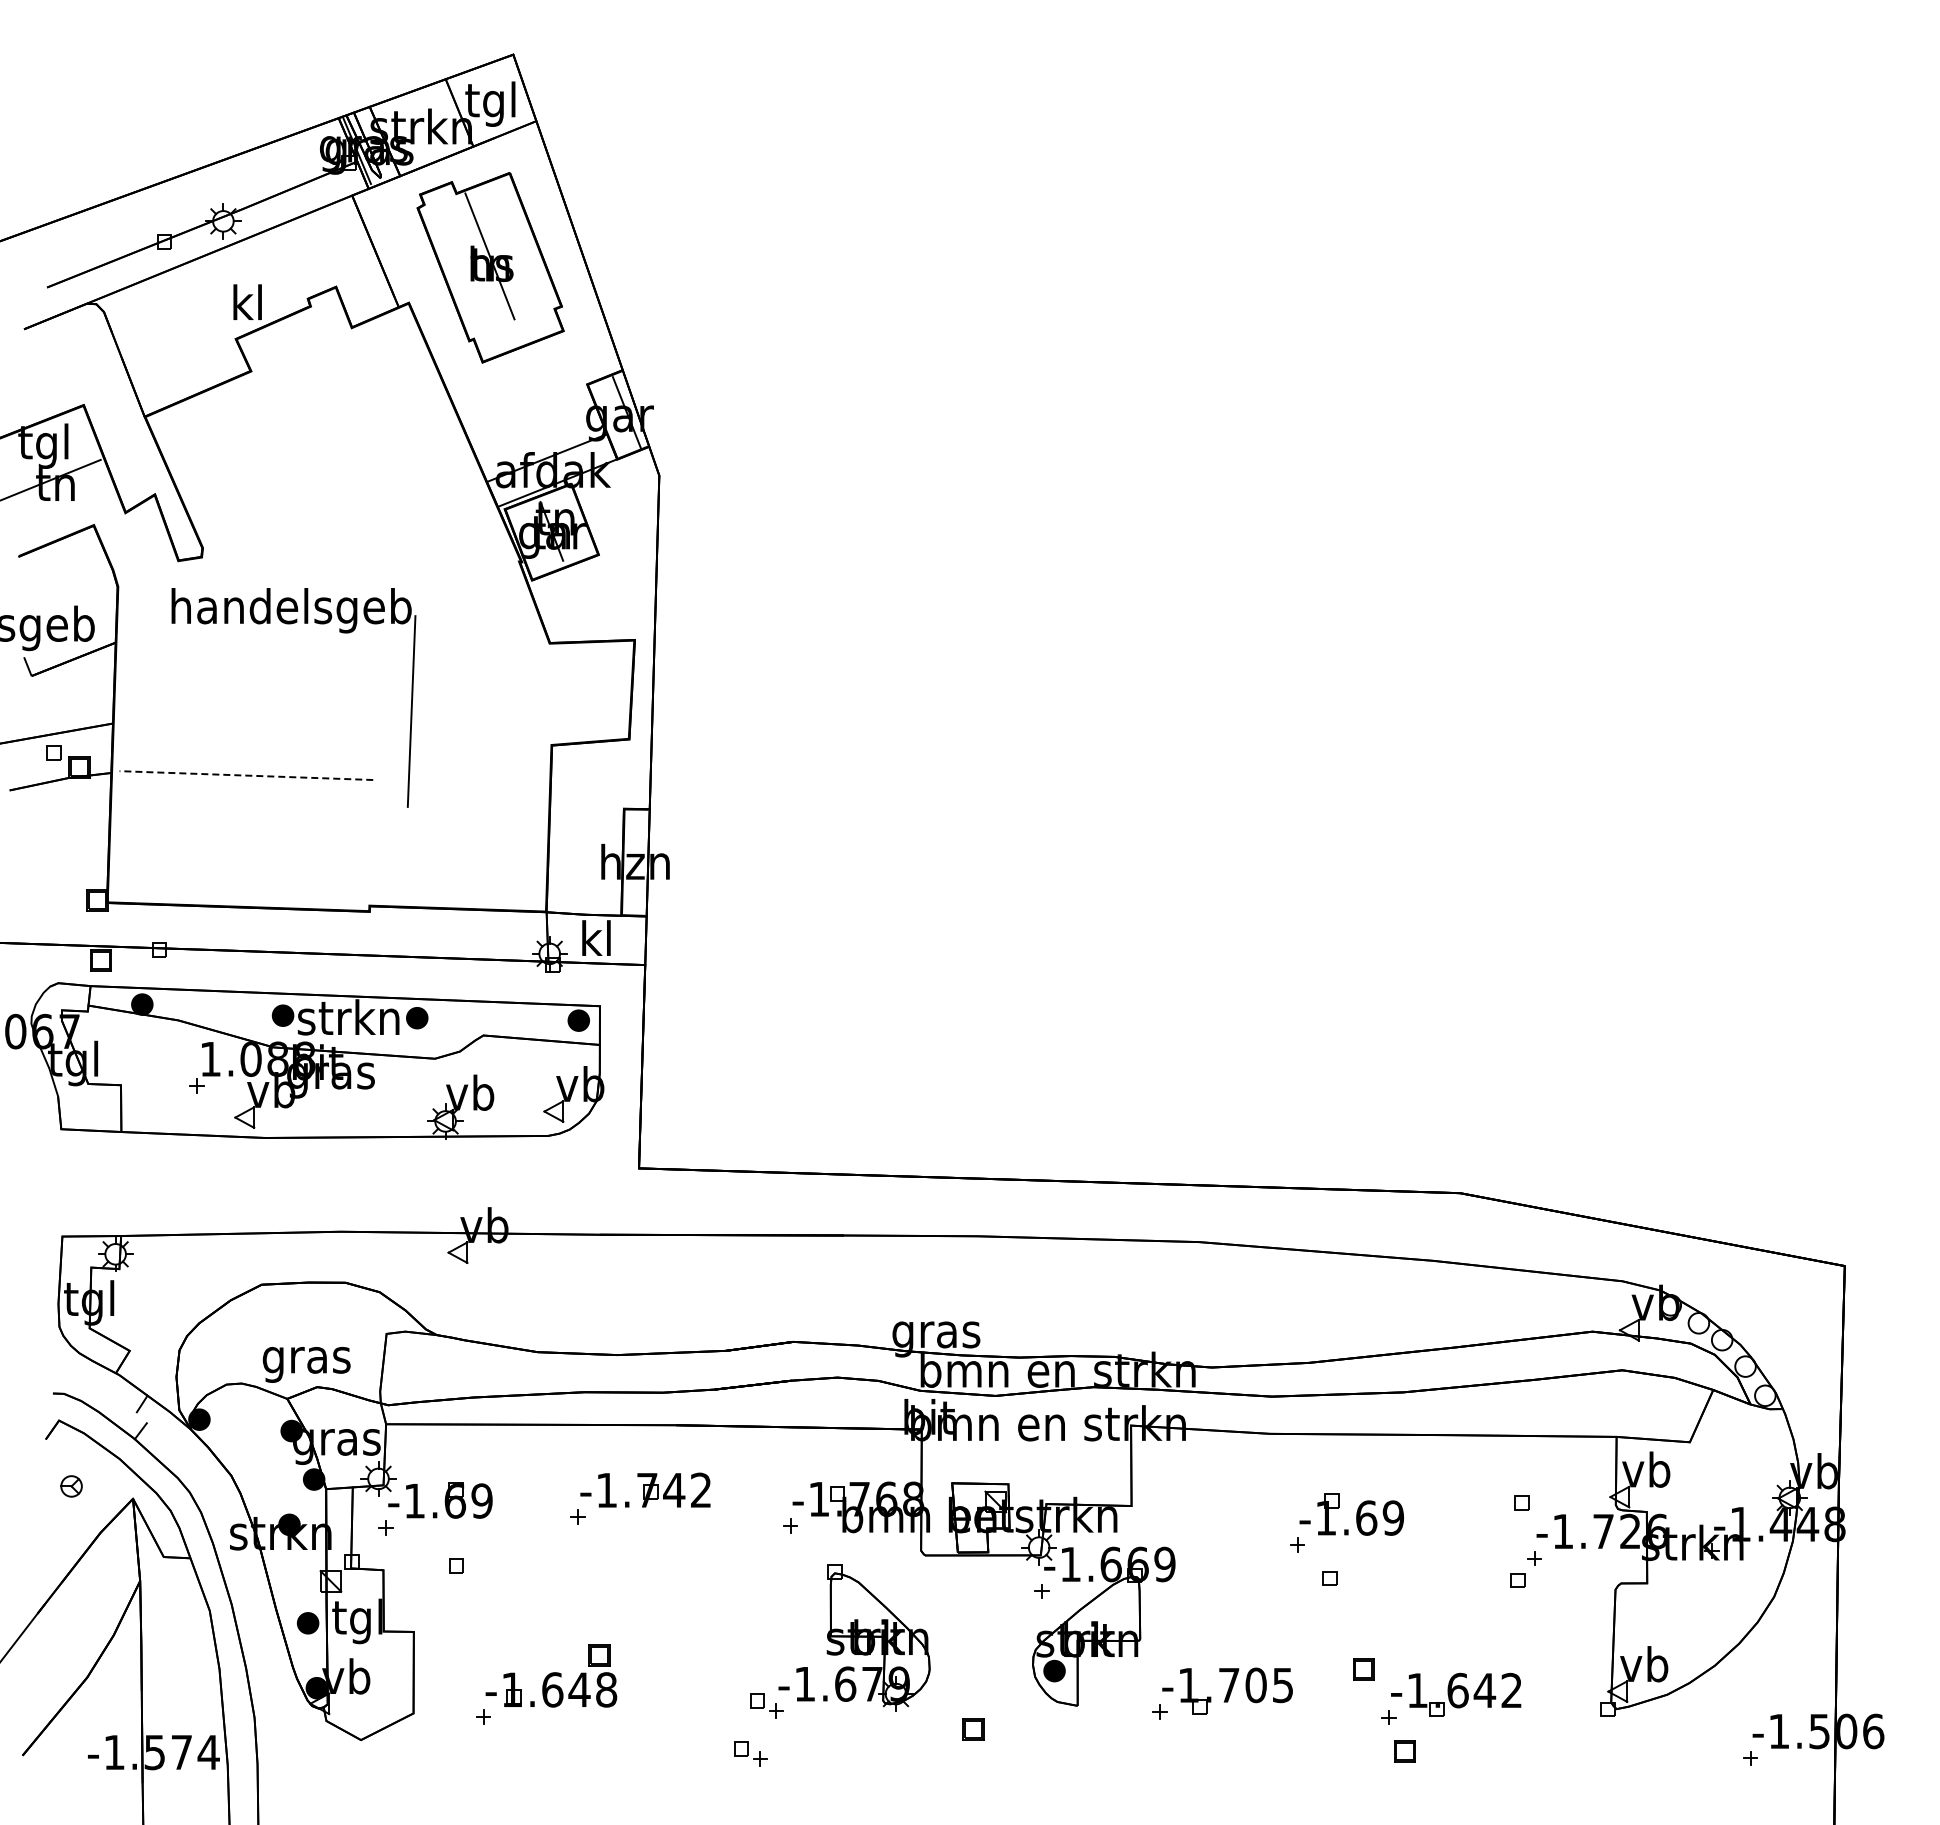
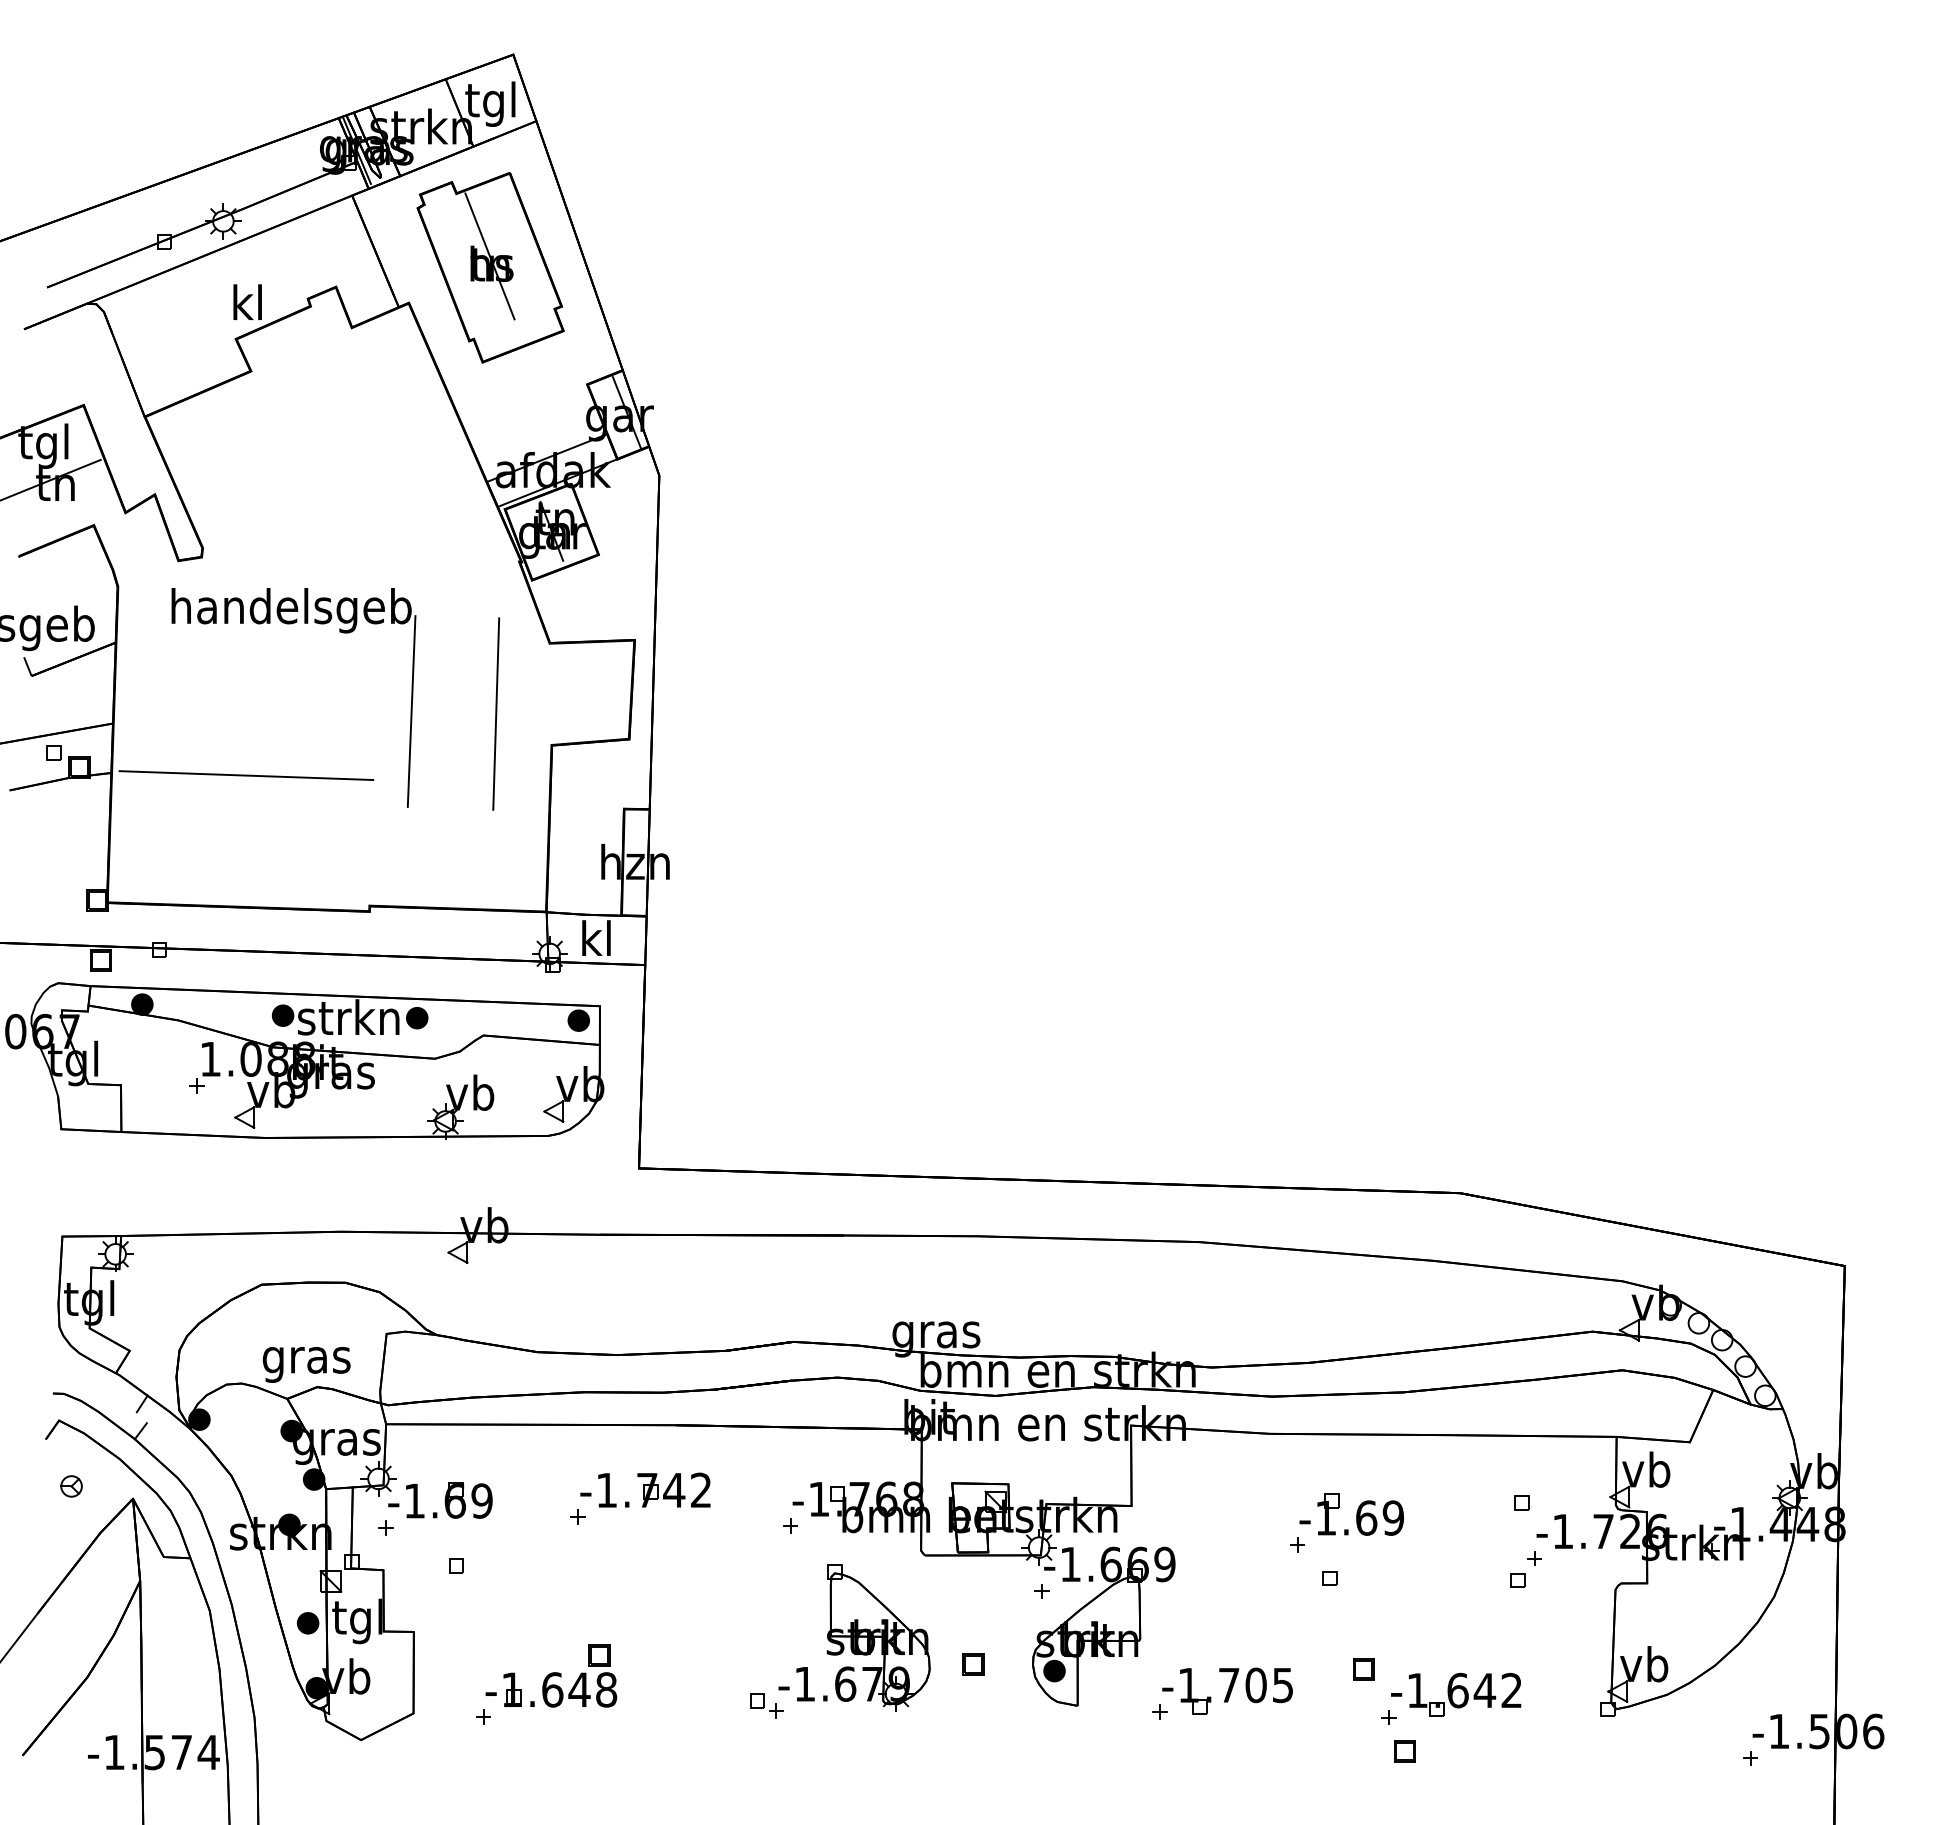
line at (496, 713): none -> present
line at (246, 775): dashed -> solid
part at (973, 1729) position: (973, 1729) -> (973, 1664)
part at (750, 1753): present -> none
